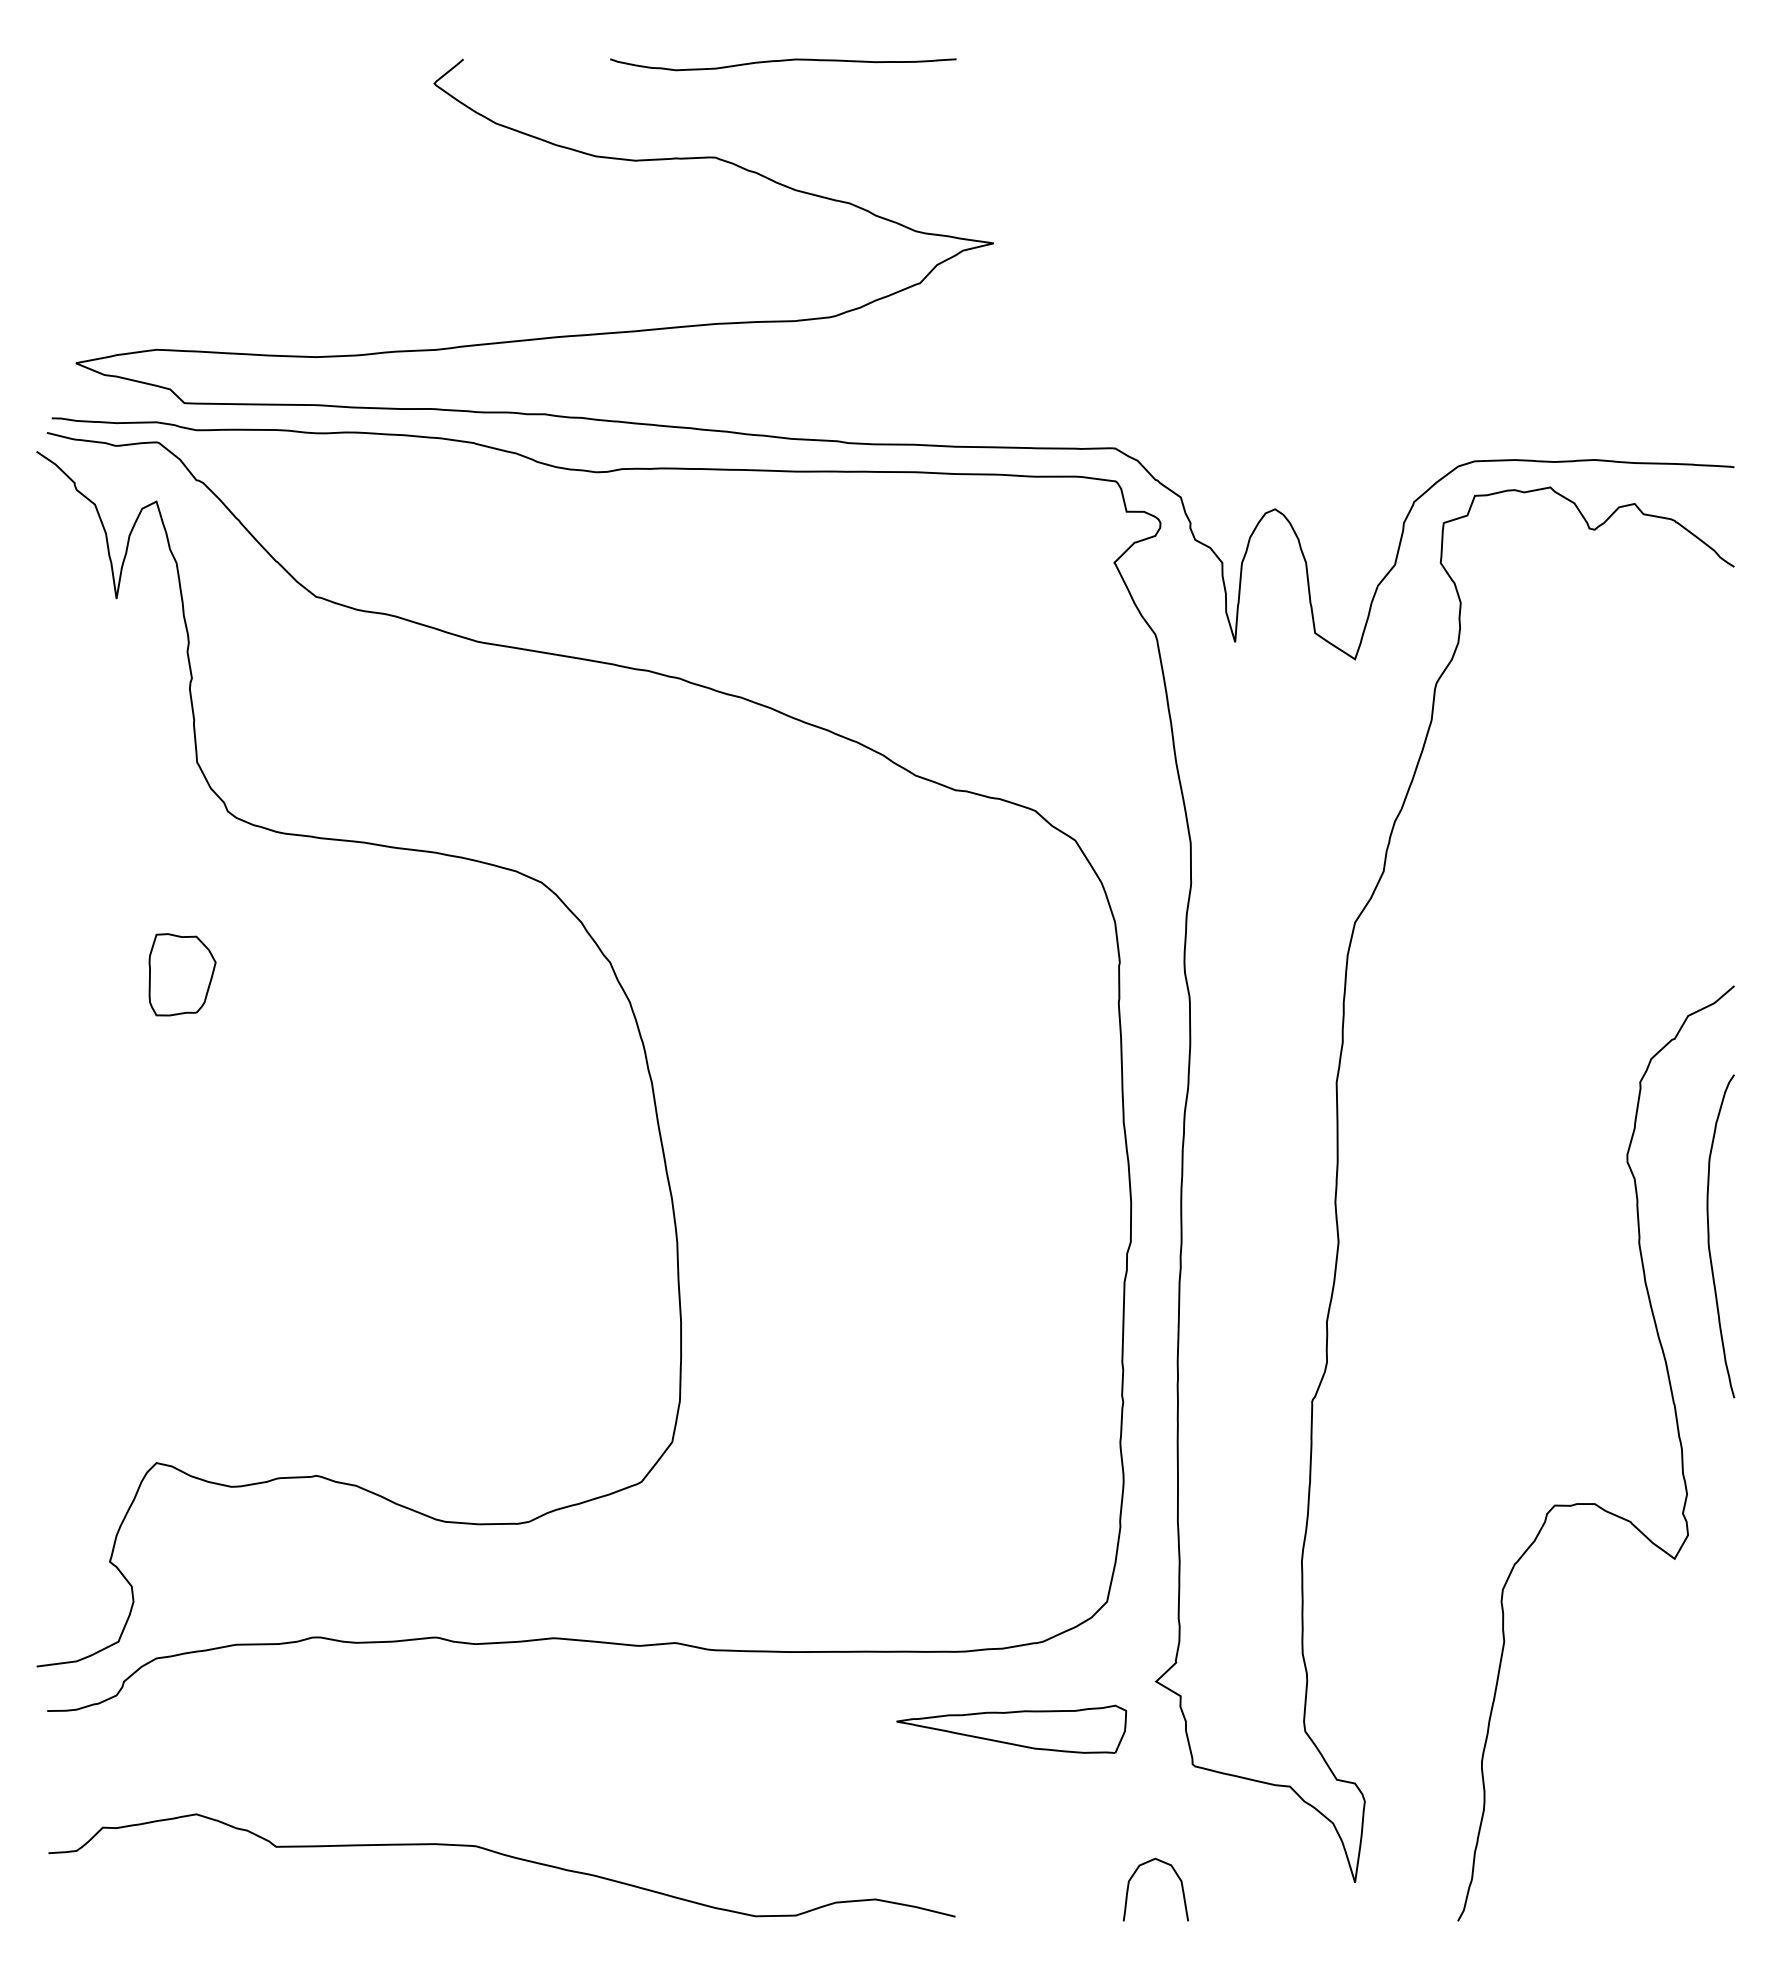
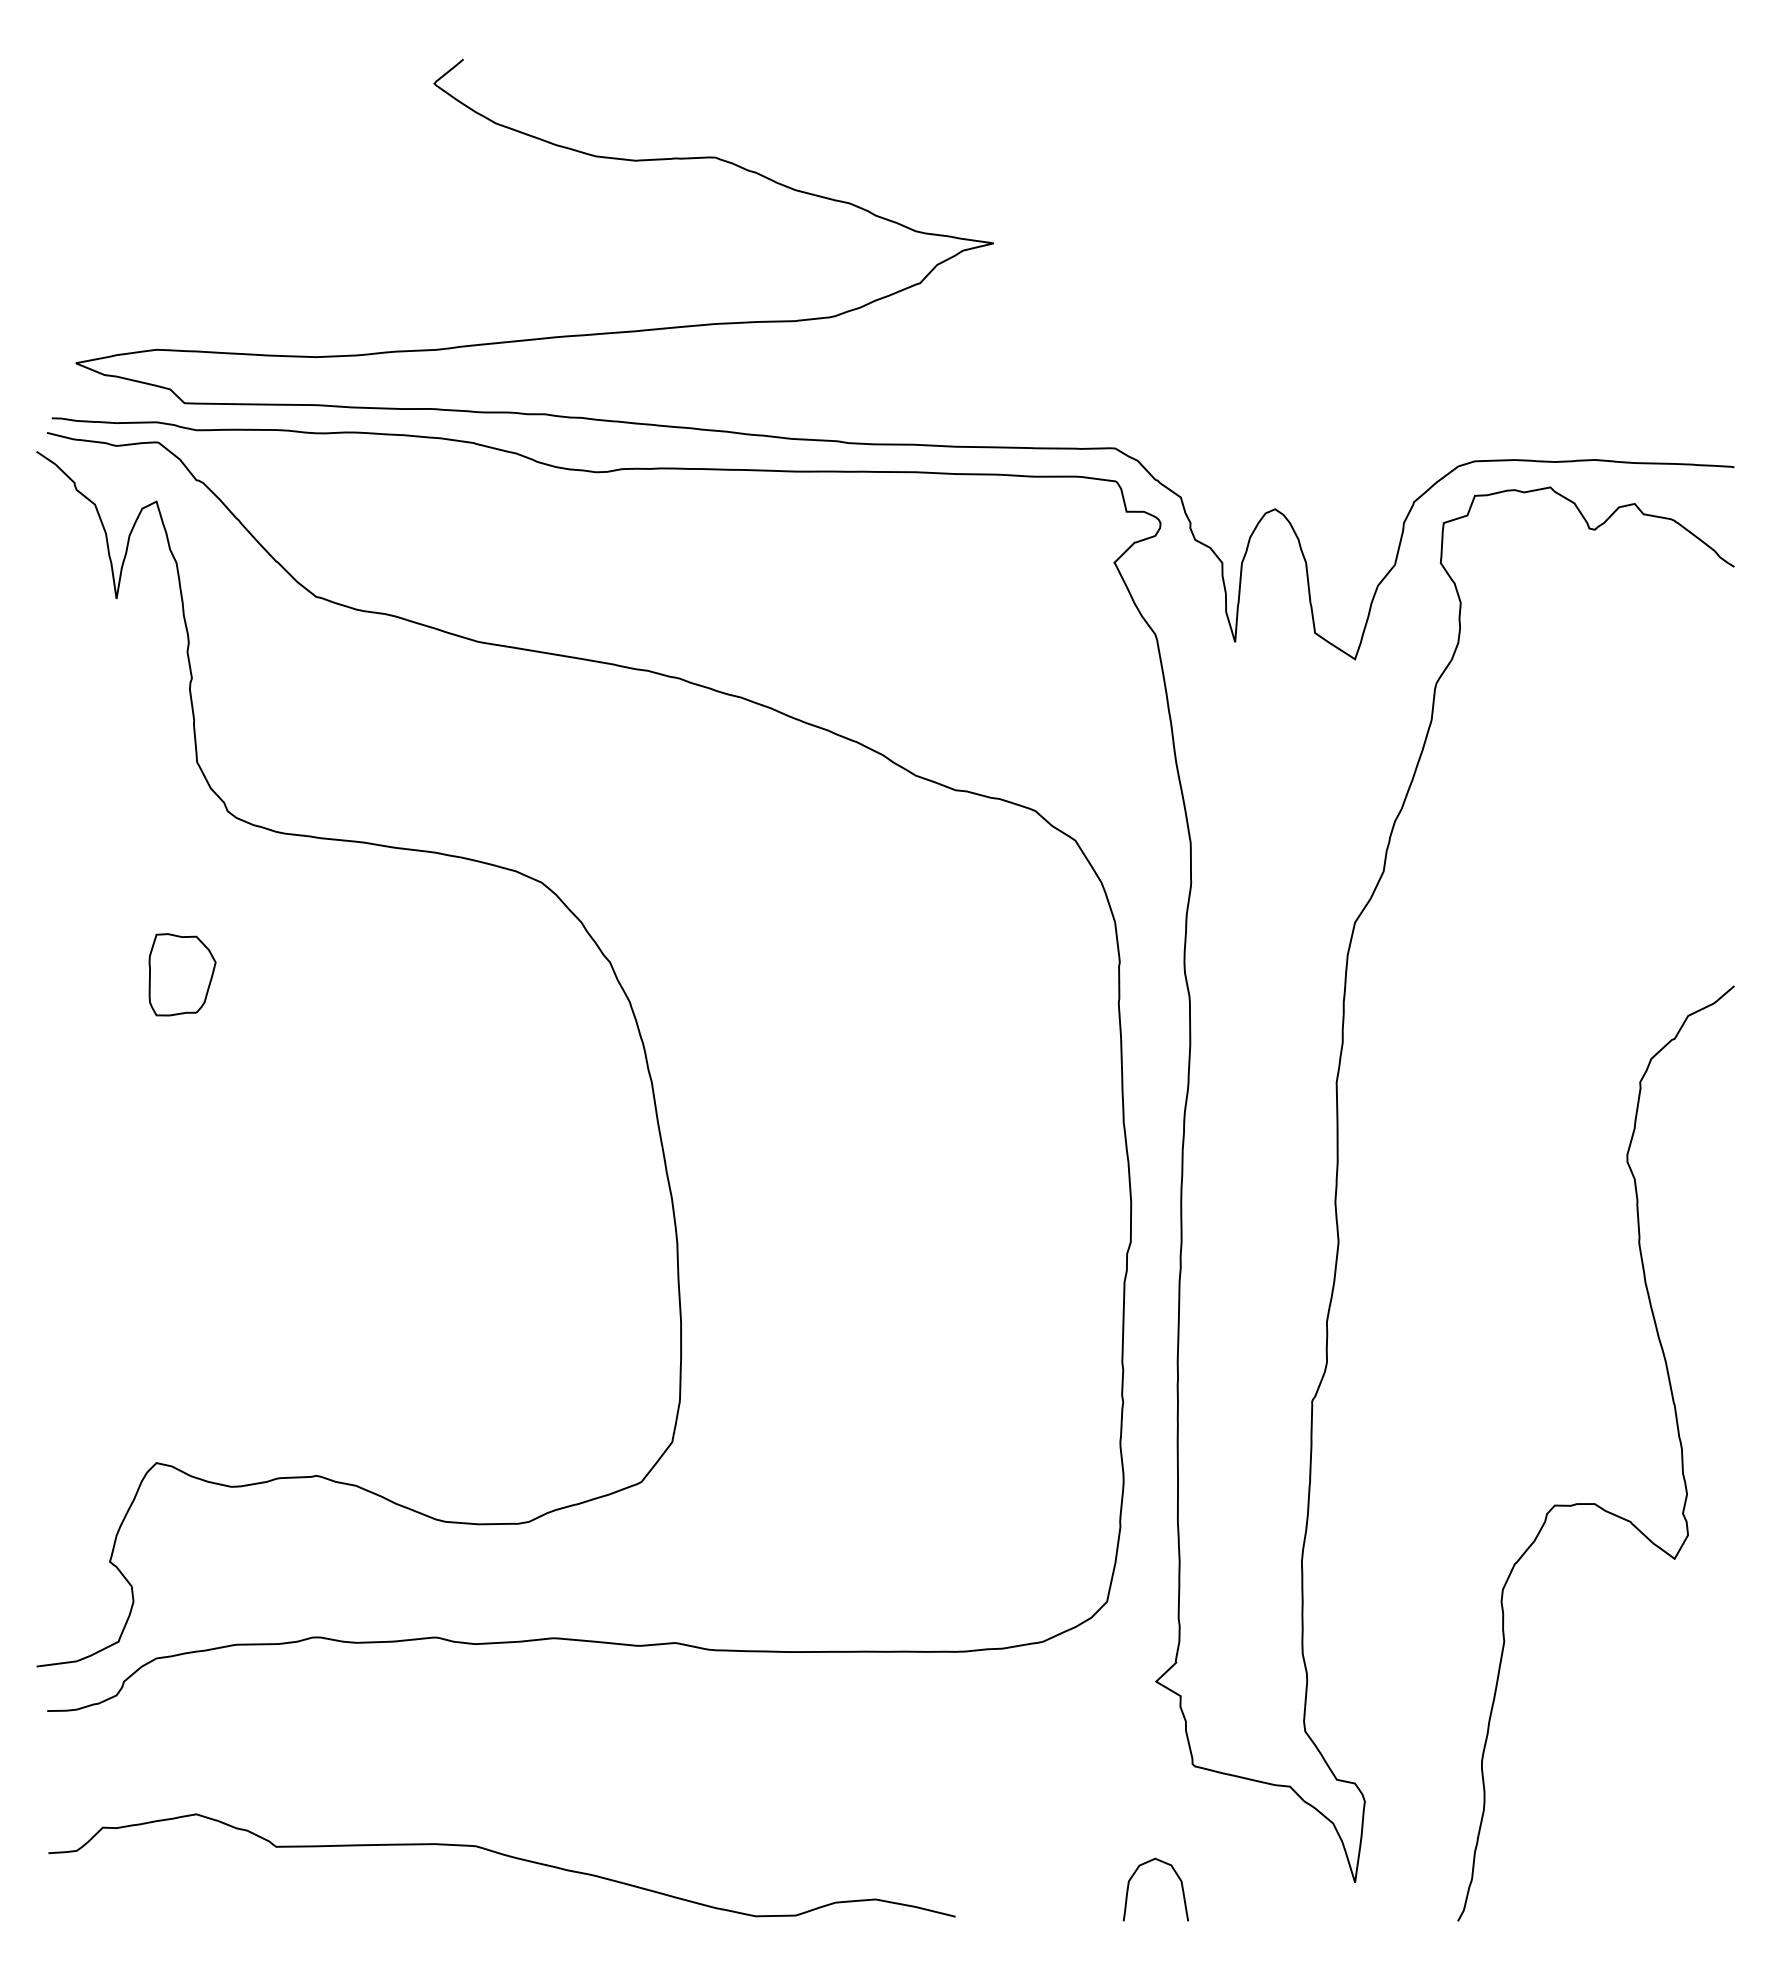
curve at (783, 61): present -> none
curve at (1709, 1236): present -> none
part at (1011, 1728): present -> none
